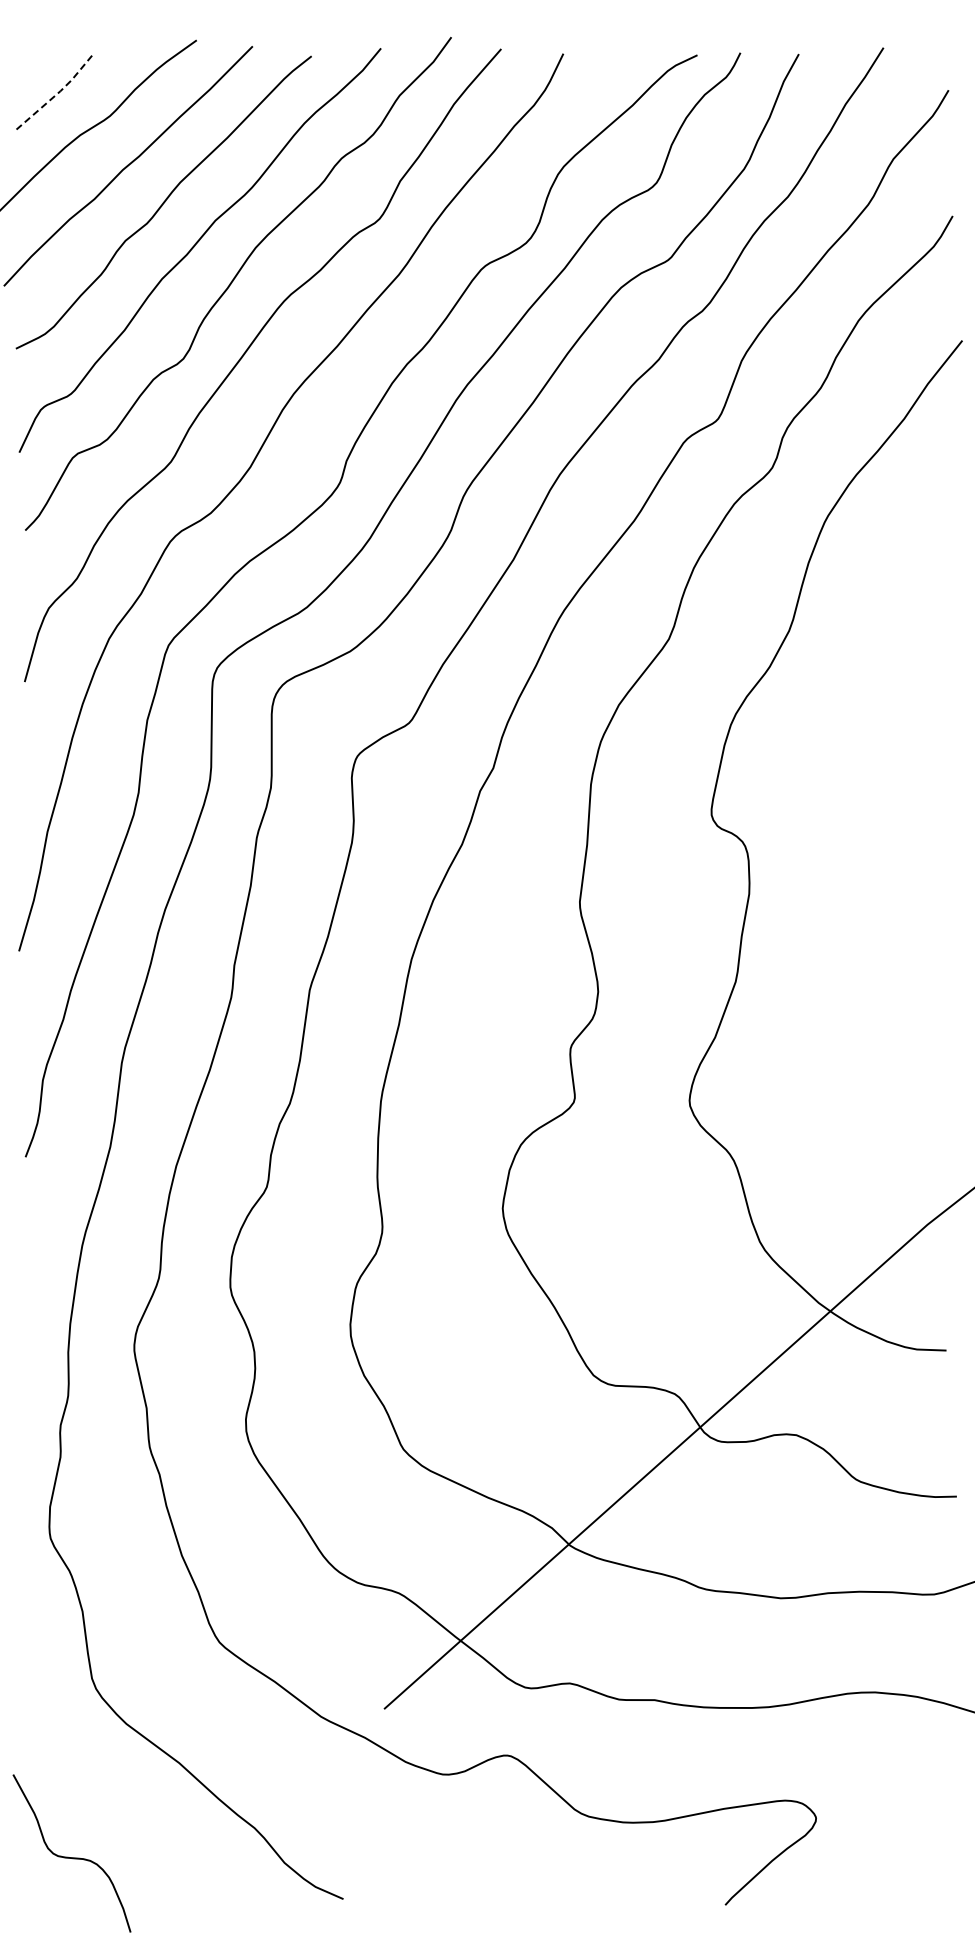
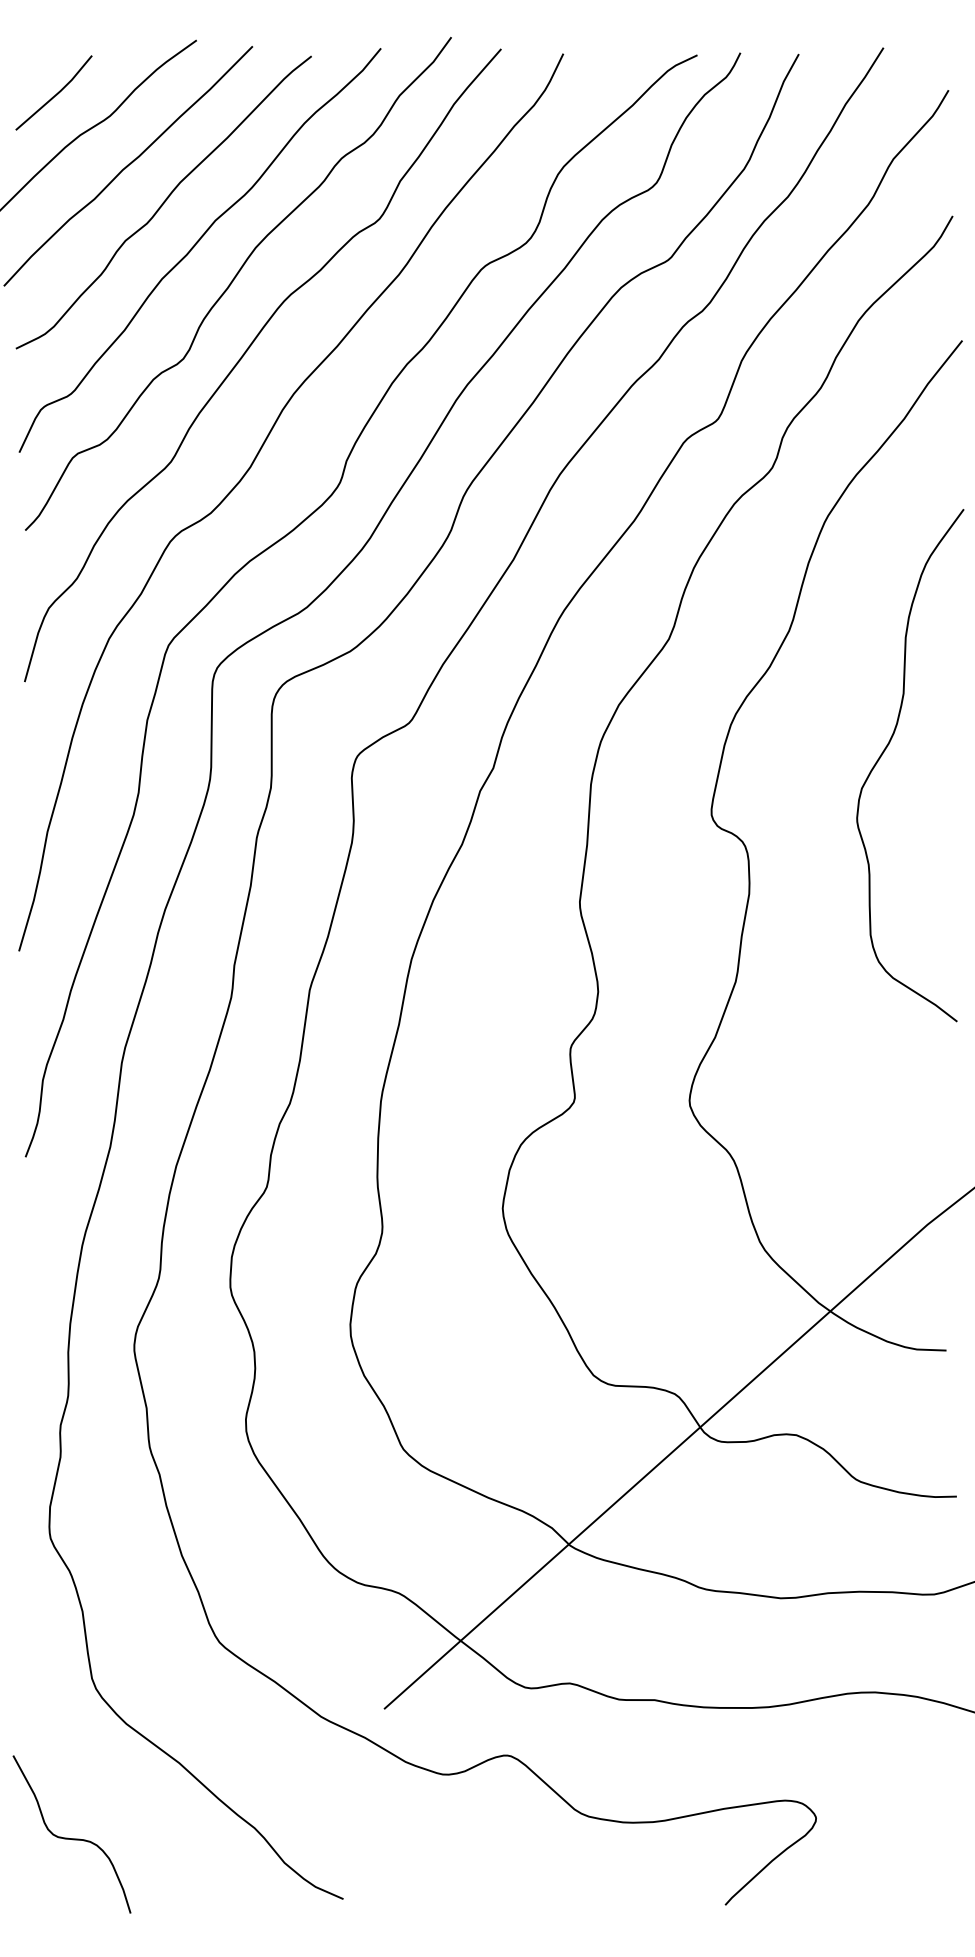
line at (56, 94): dashed -> solid
curve at (886, 749): none -> present
curve at (71, 1857) position: (71, 1857) -> (71, 1838)
